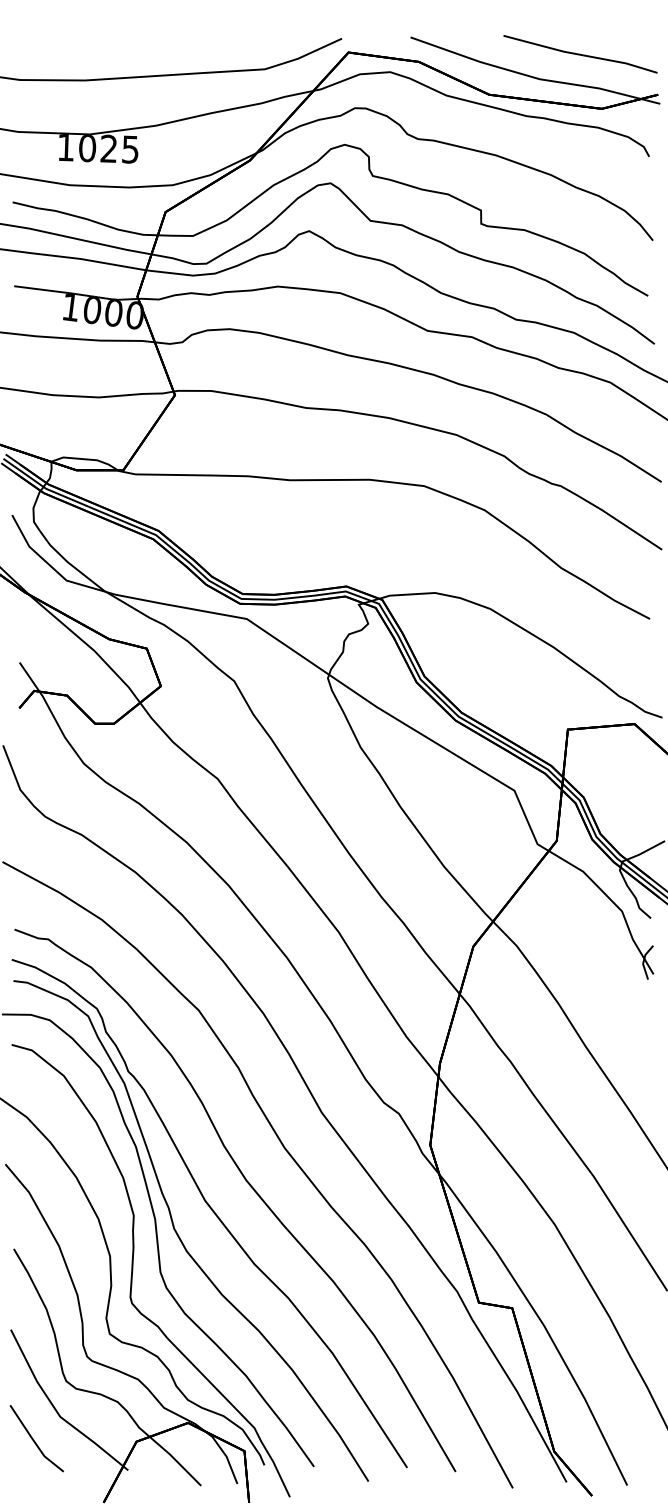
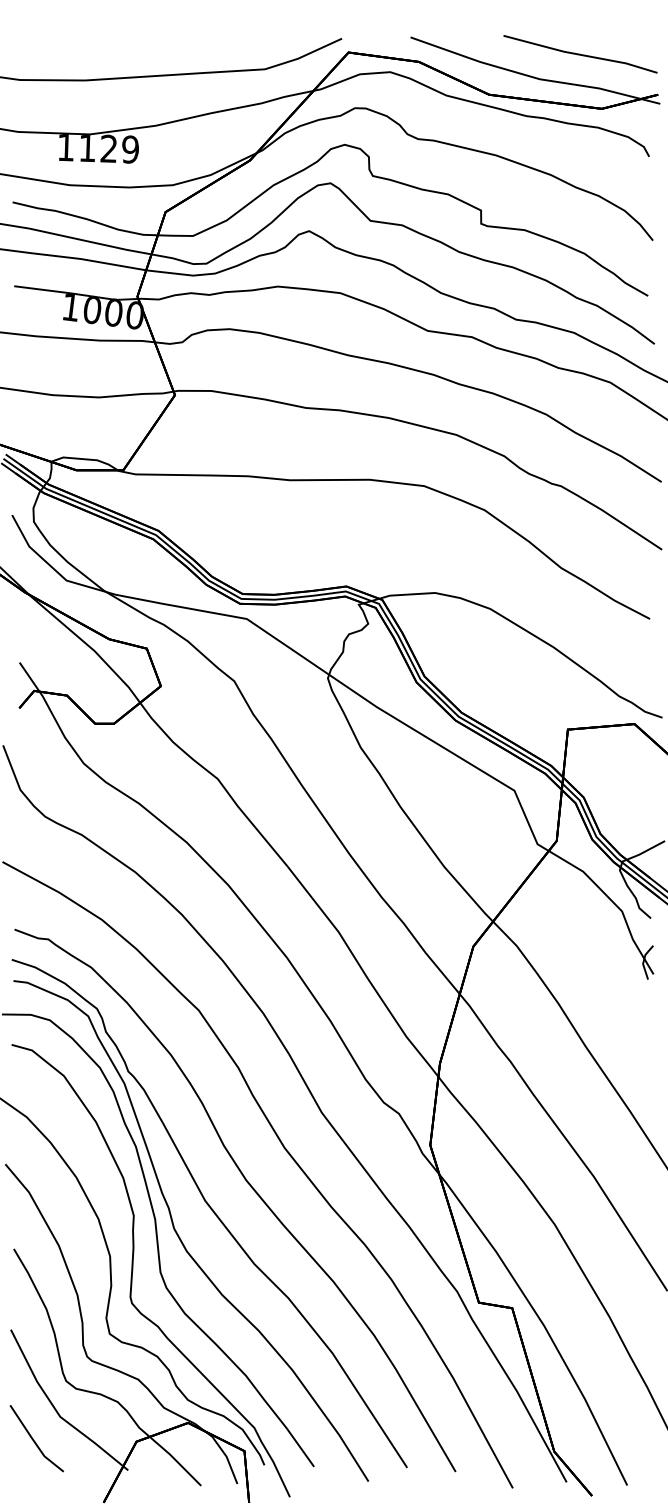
text at (108, 149): 1025 -> 1129
